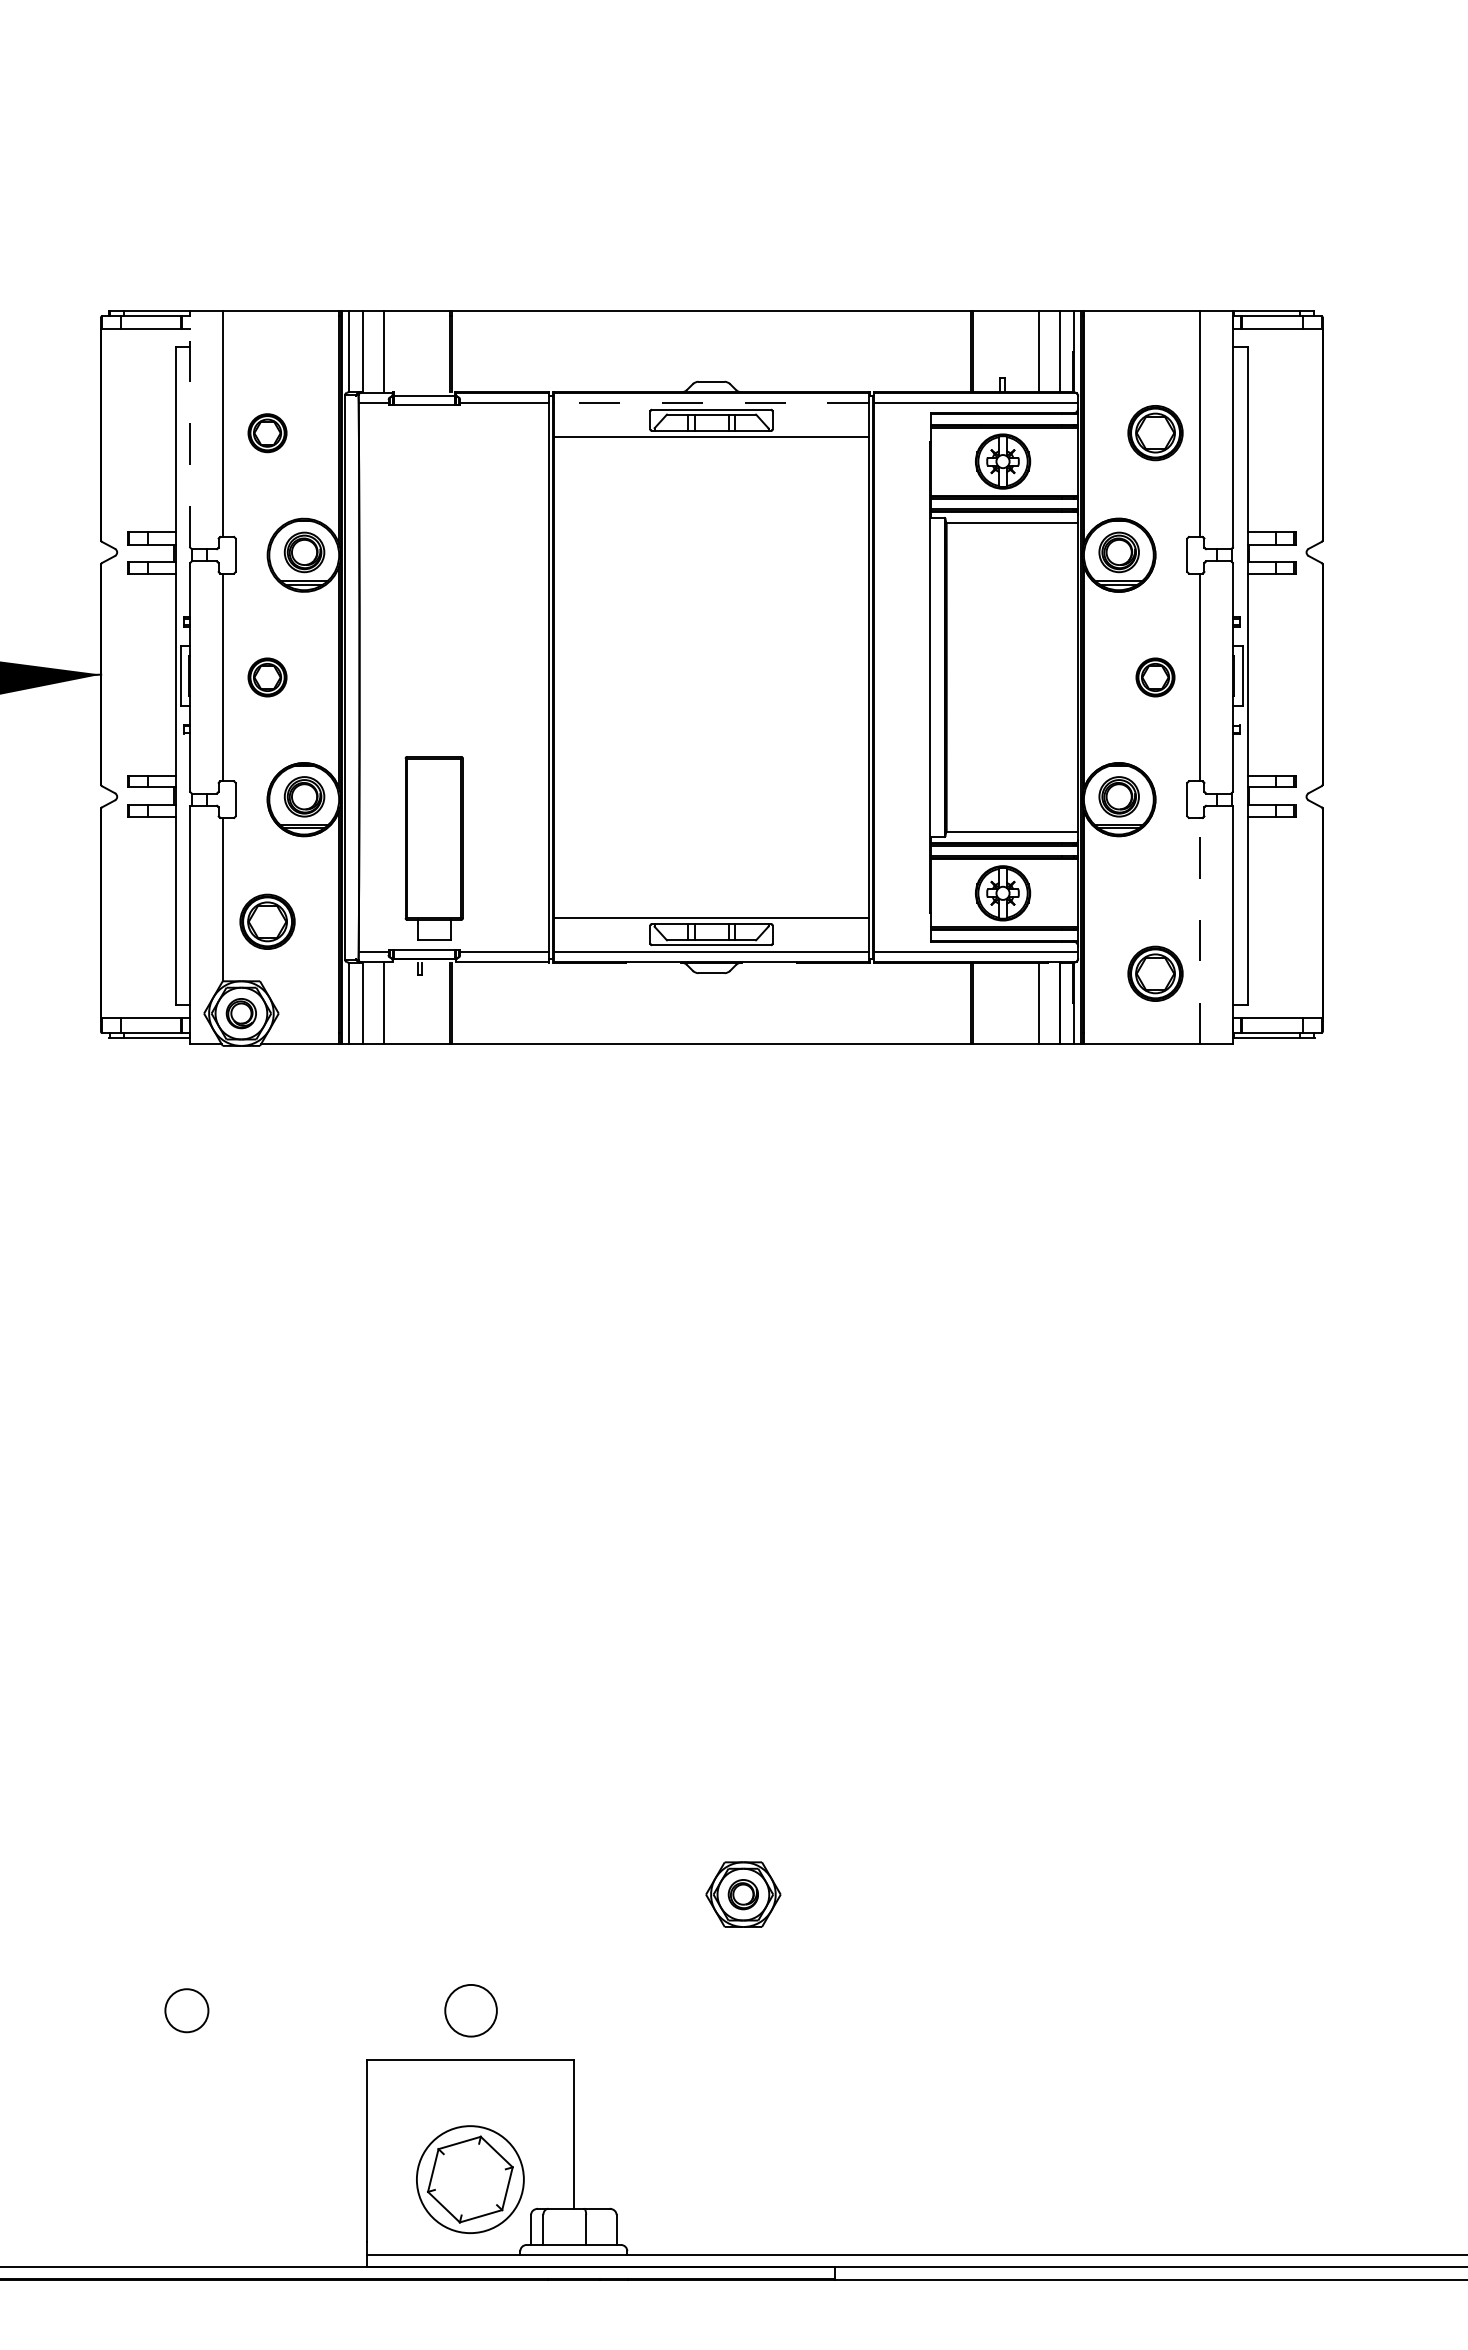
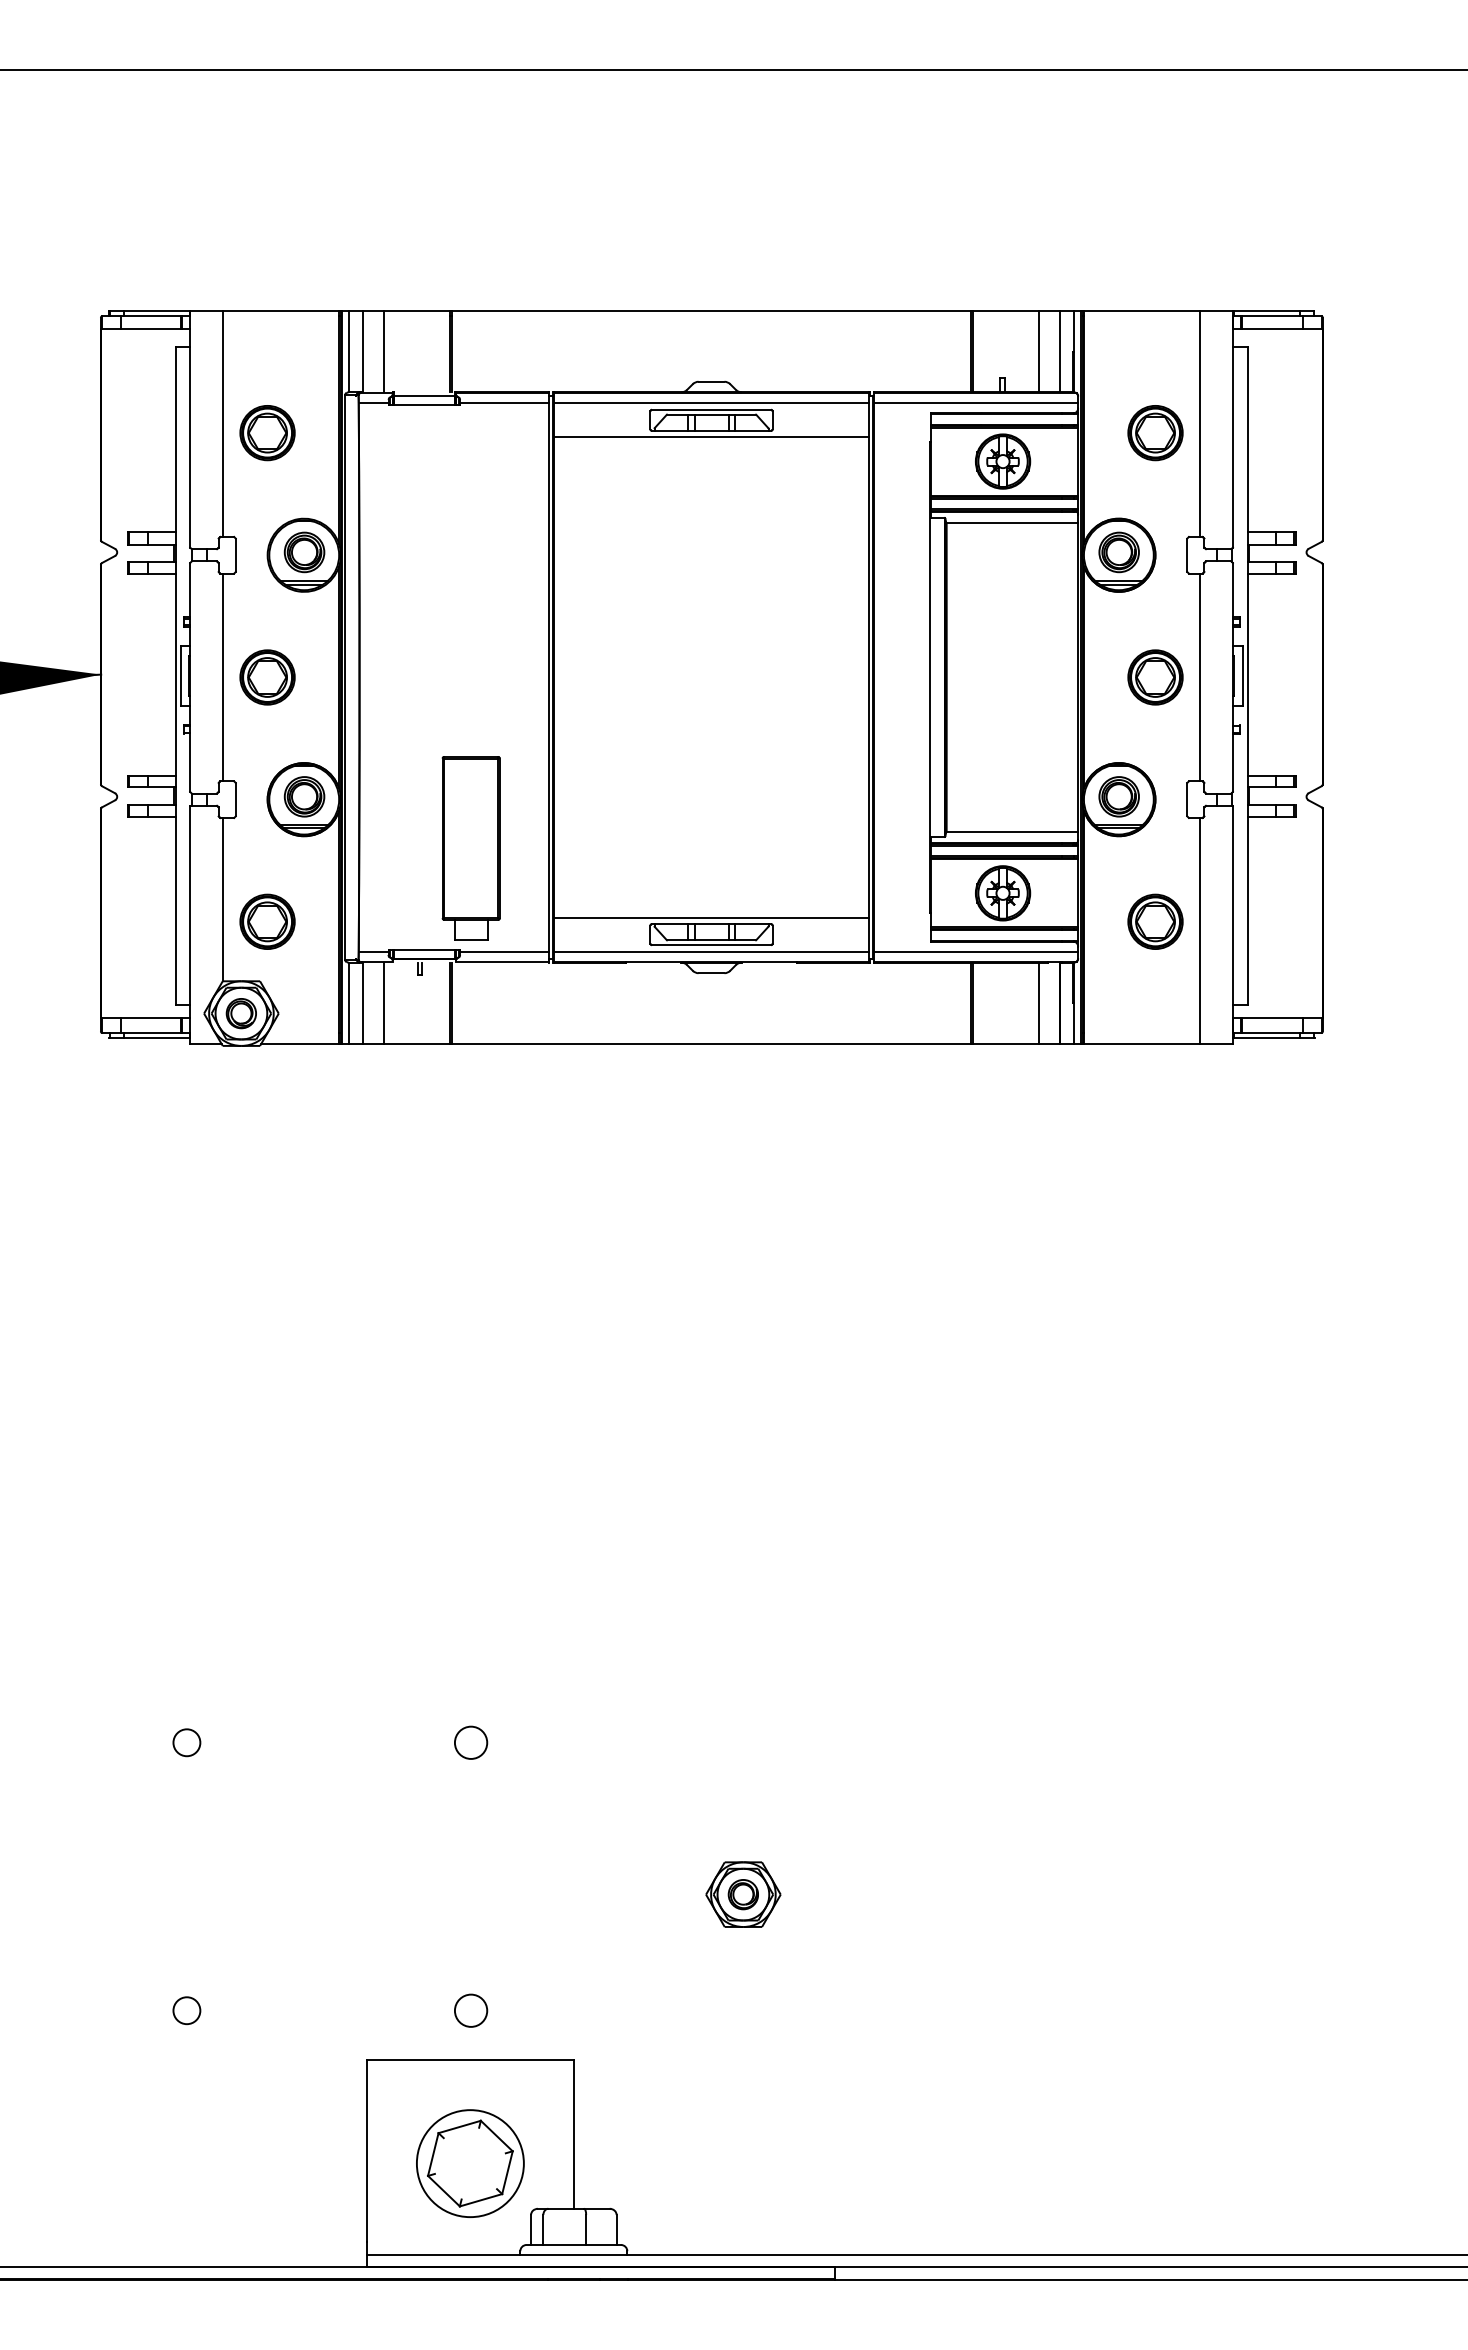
line at (733, 70): none -> present
line at (711, 403): dashed -> solid
line at (190, 428): dashed -> solid
part at (267, 433) size: 41x41 px -> 57x57 px
part at (267, 677) size: 41x41 px -> 57x57 px
part at (1155, 677) size: 41x41 px -> 57x57 px
part at (433, 848) position: (433, 848) -> (470, 848)
line at (1200, 930): dashed -> solid
part at (1155, 973) position: (1155, 973) -> (1155, 921)
circle at (186, 1742): none -> present
circle at (471, 1742): none -> present
circle at (186, 2010) diameter: 43 px -> 27 px
circle at (470, 2010) diameter: 52 px -> 32 px
part at (470, 2179) position: (470, 2179) -> (470, 2163)
